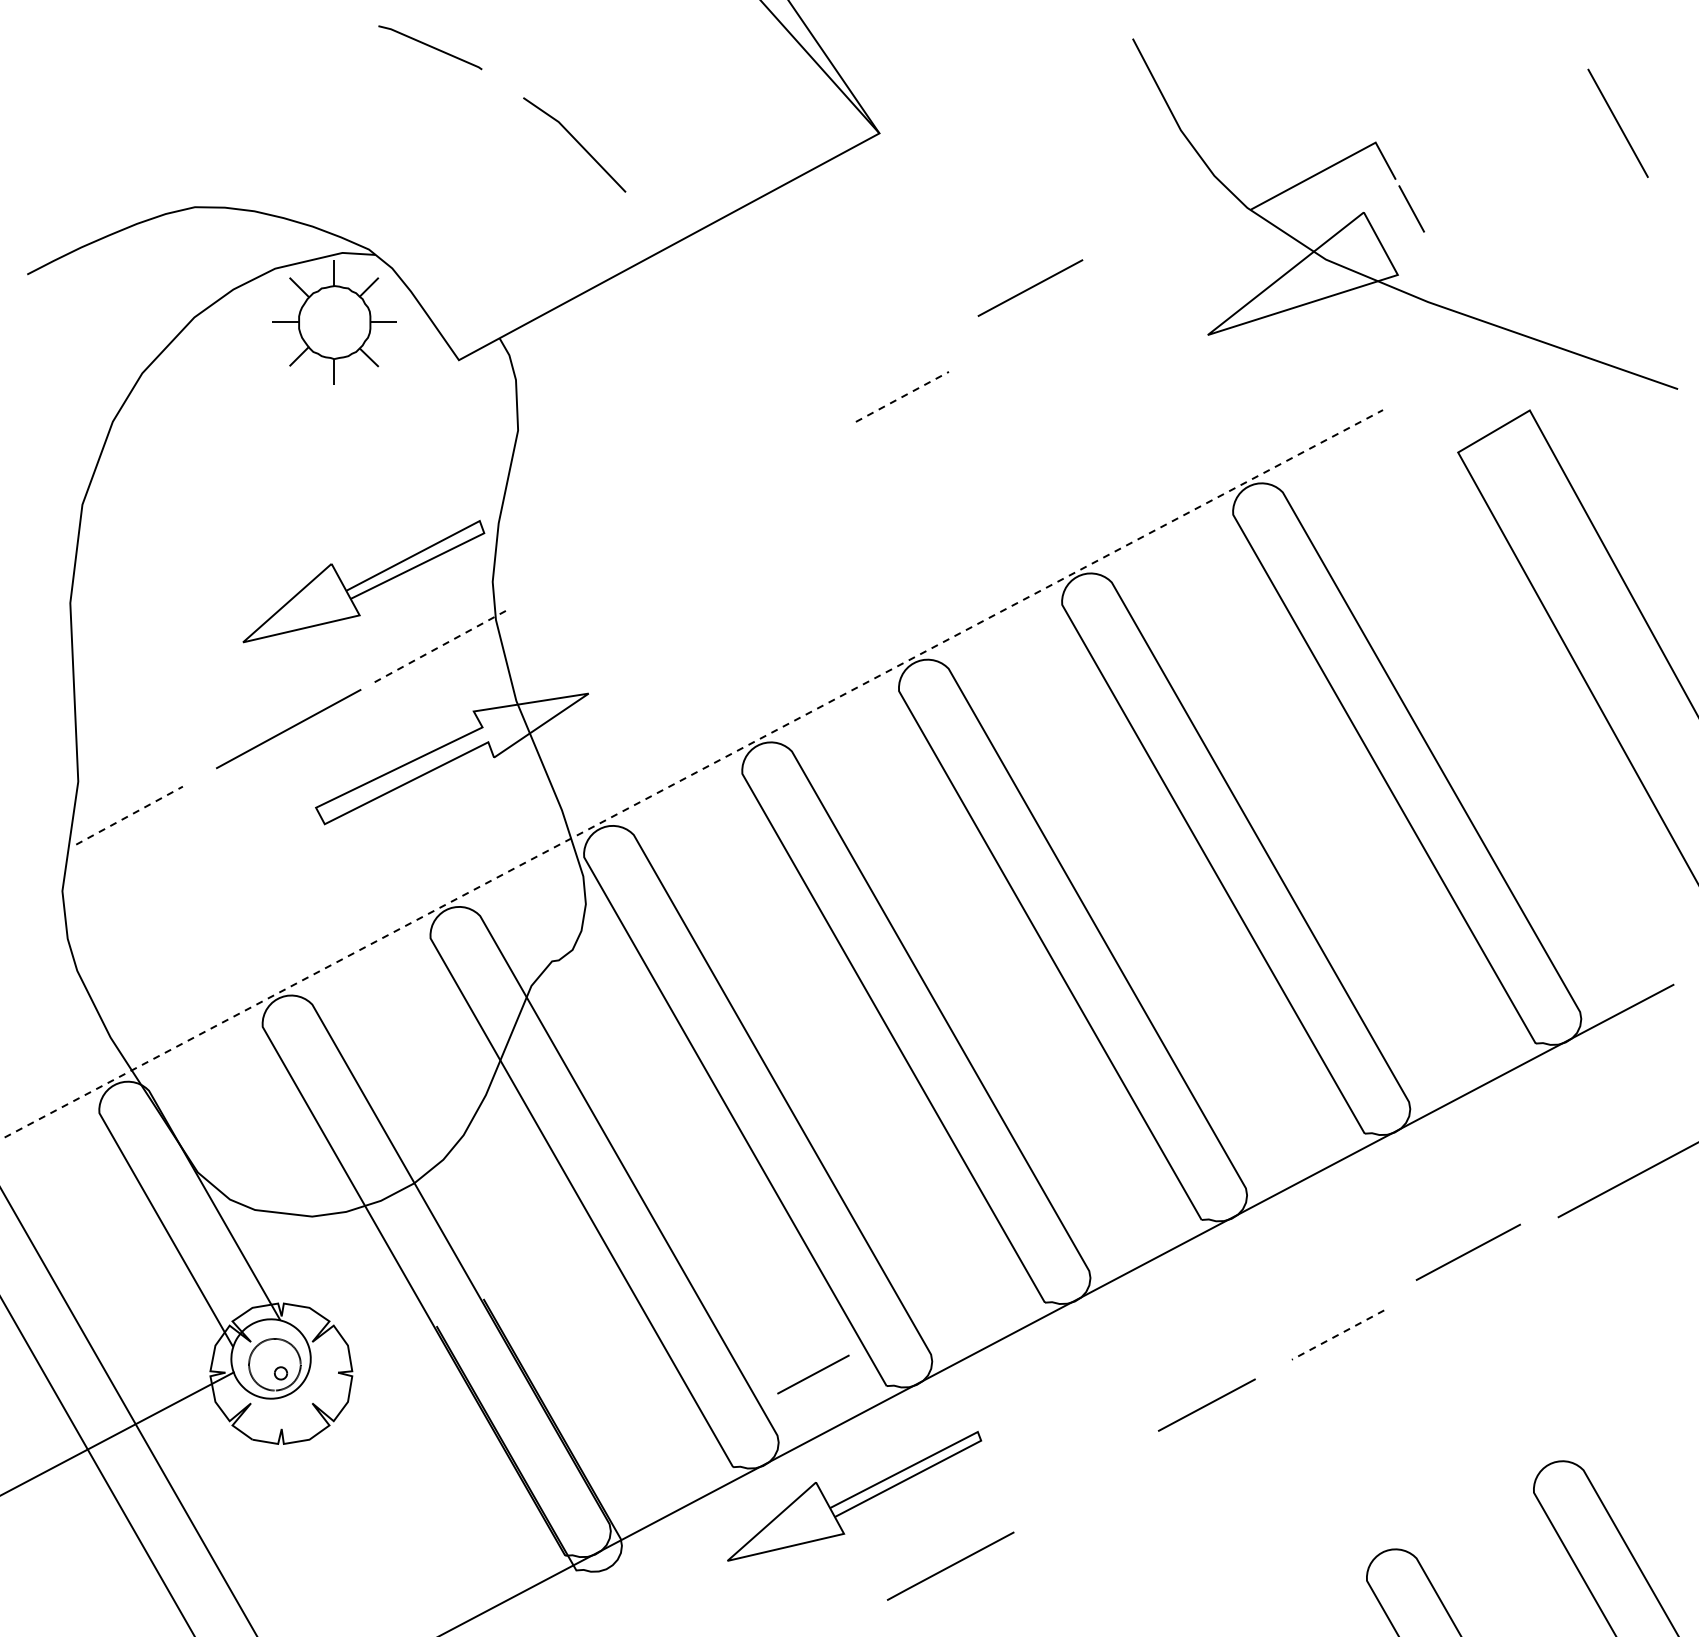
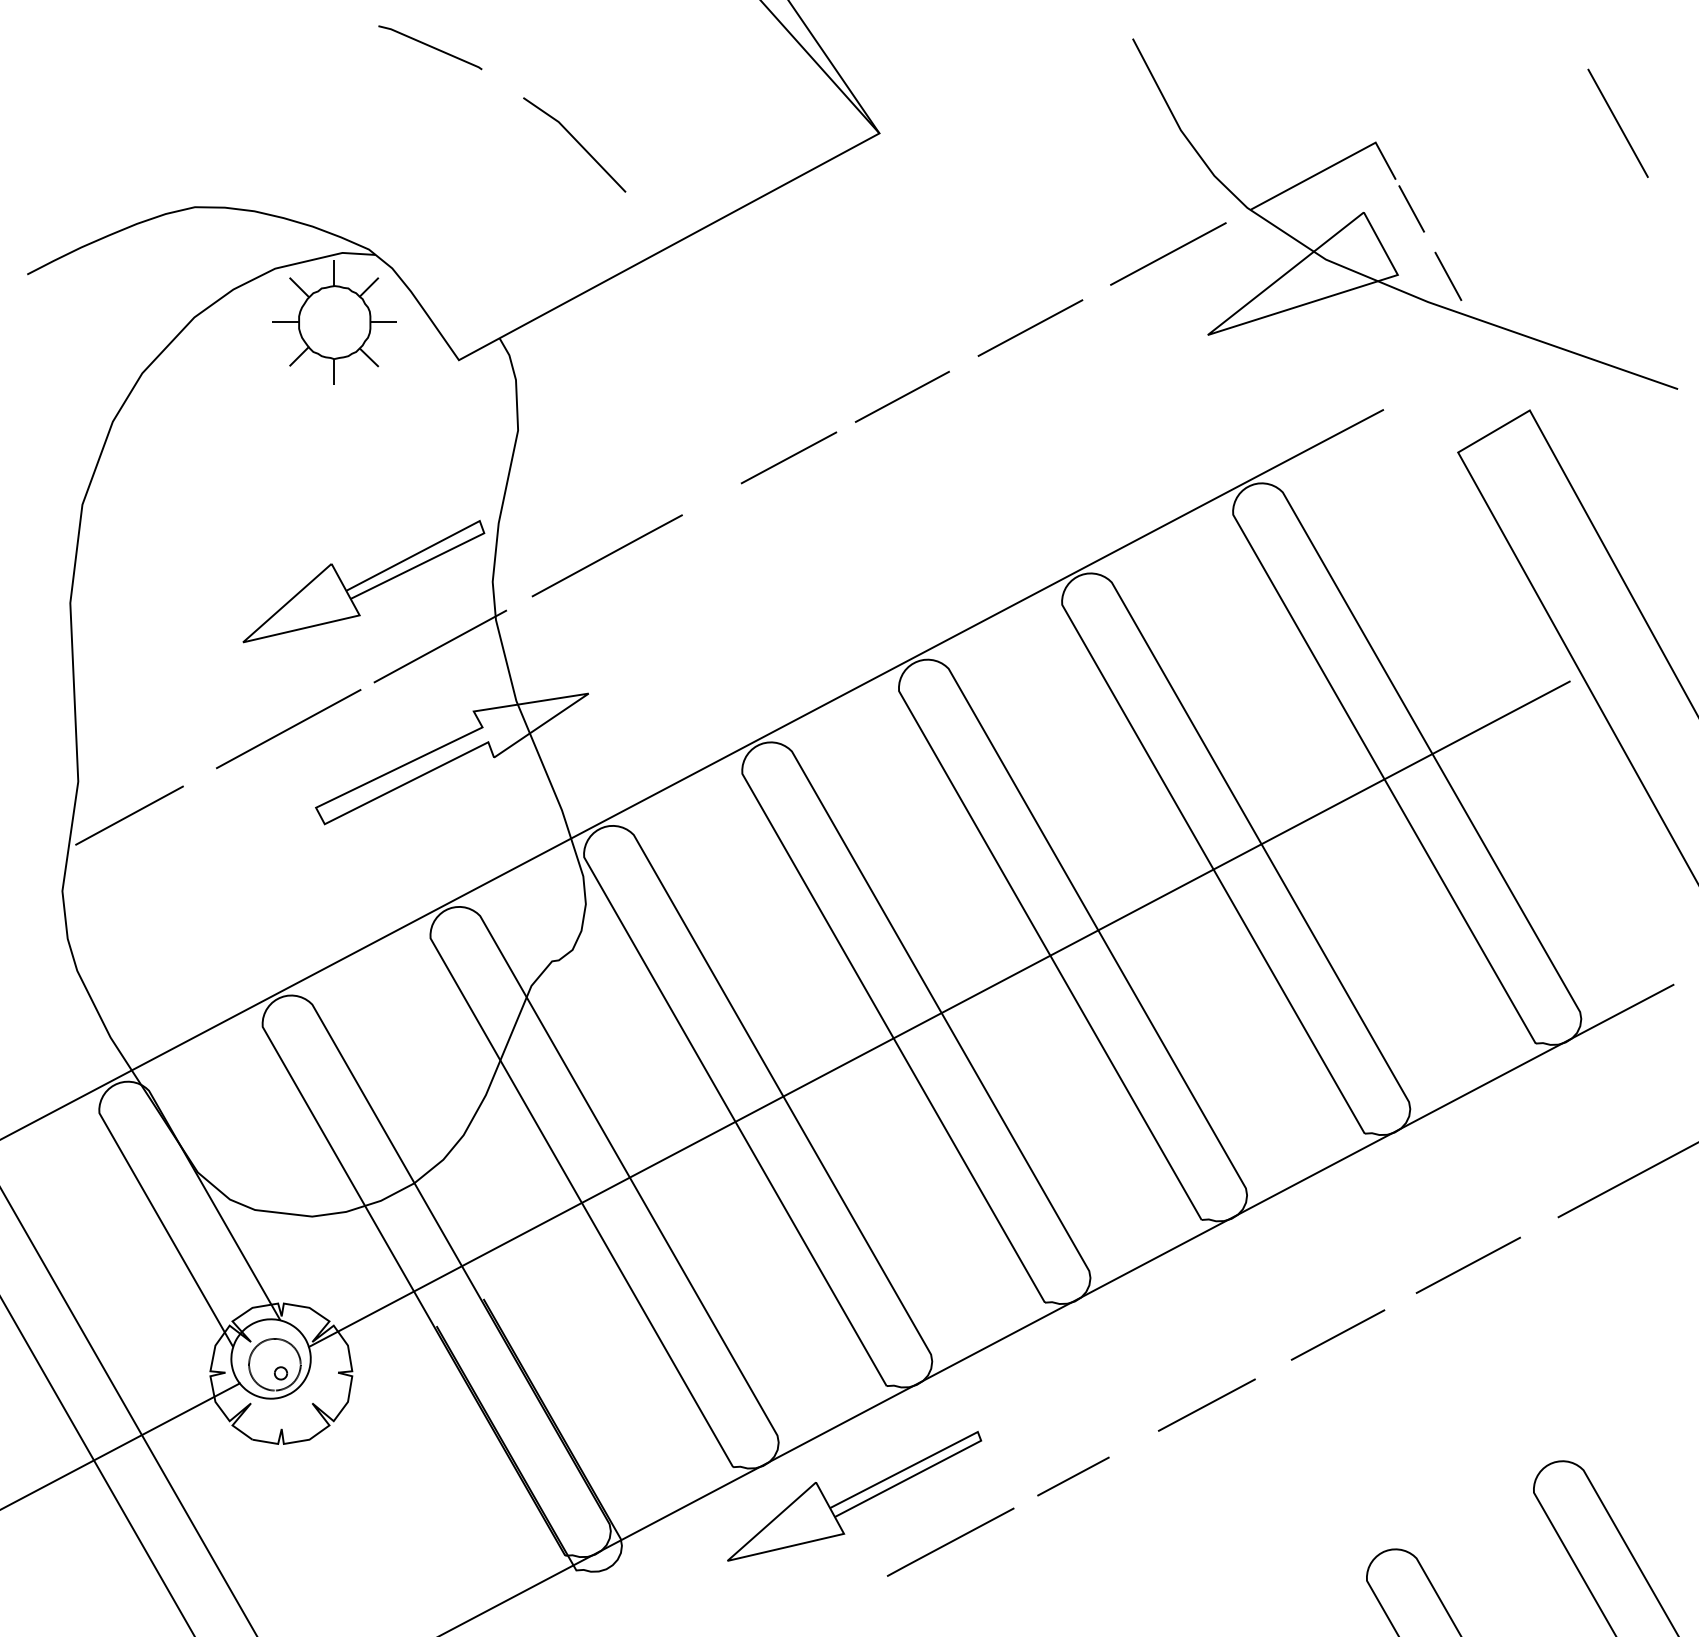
line at (1168, 253): none -> present
line at (1448, 276): none -> present
line at (1030, 287) position: (1030, 287) -> (1030, 327)
line at (902, 396): dashed -> solid
line at (788, 457): none -> present
line at (606, 555): none -> present
line at (440, 646): dashed -> solid
line at (692, 774): dashed -> solid
line at (129, 815): dashed -> solid
line at (938, 1013): none -> present
line at (1467, 1251) position: (1467, 1251) -> (1467, 1264)
line at (1337, 1335): dashed -> solid
line at (813, 1374) position: (813, 1374) -> (1073, 1476)
line at (117, 1433) position: (117, 1433) -> (120, 1445)
line at (950, 1565) position: (950, 1565) -> (950, 1541)
